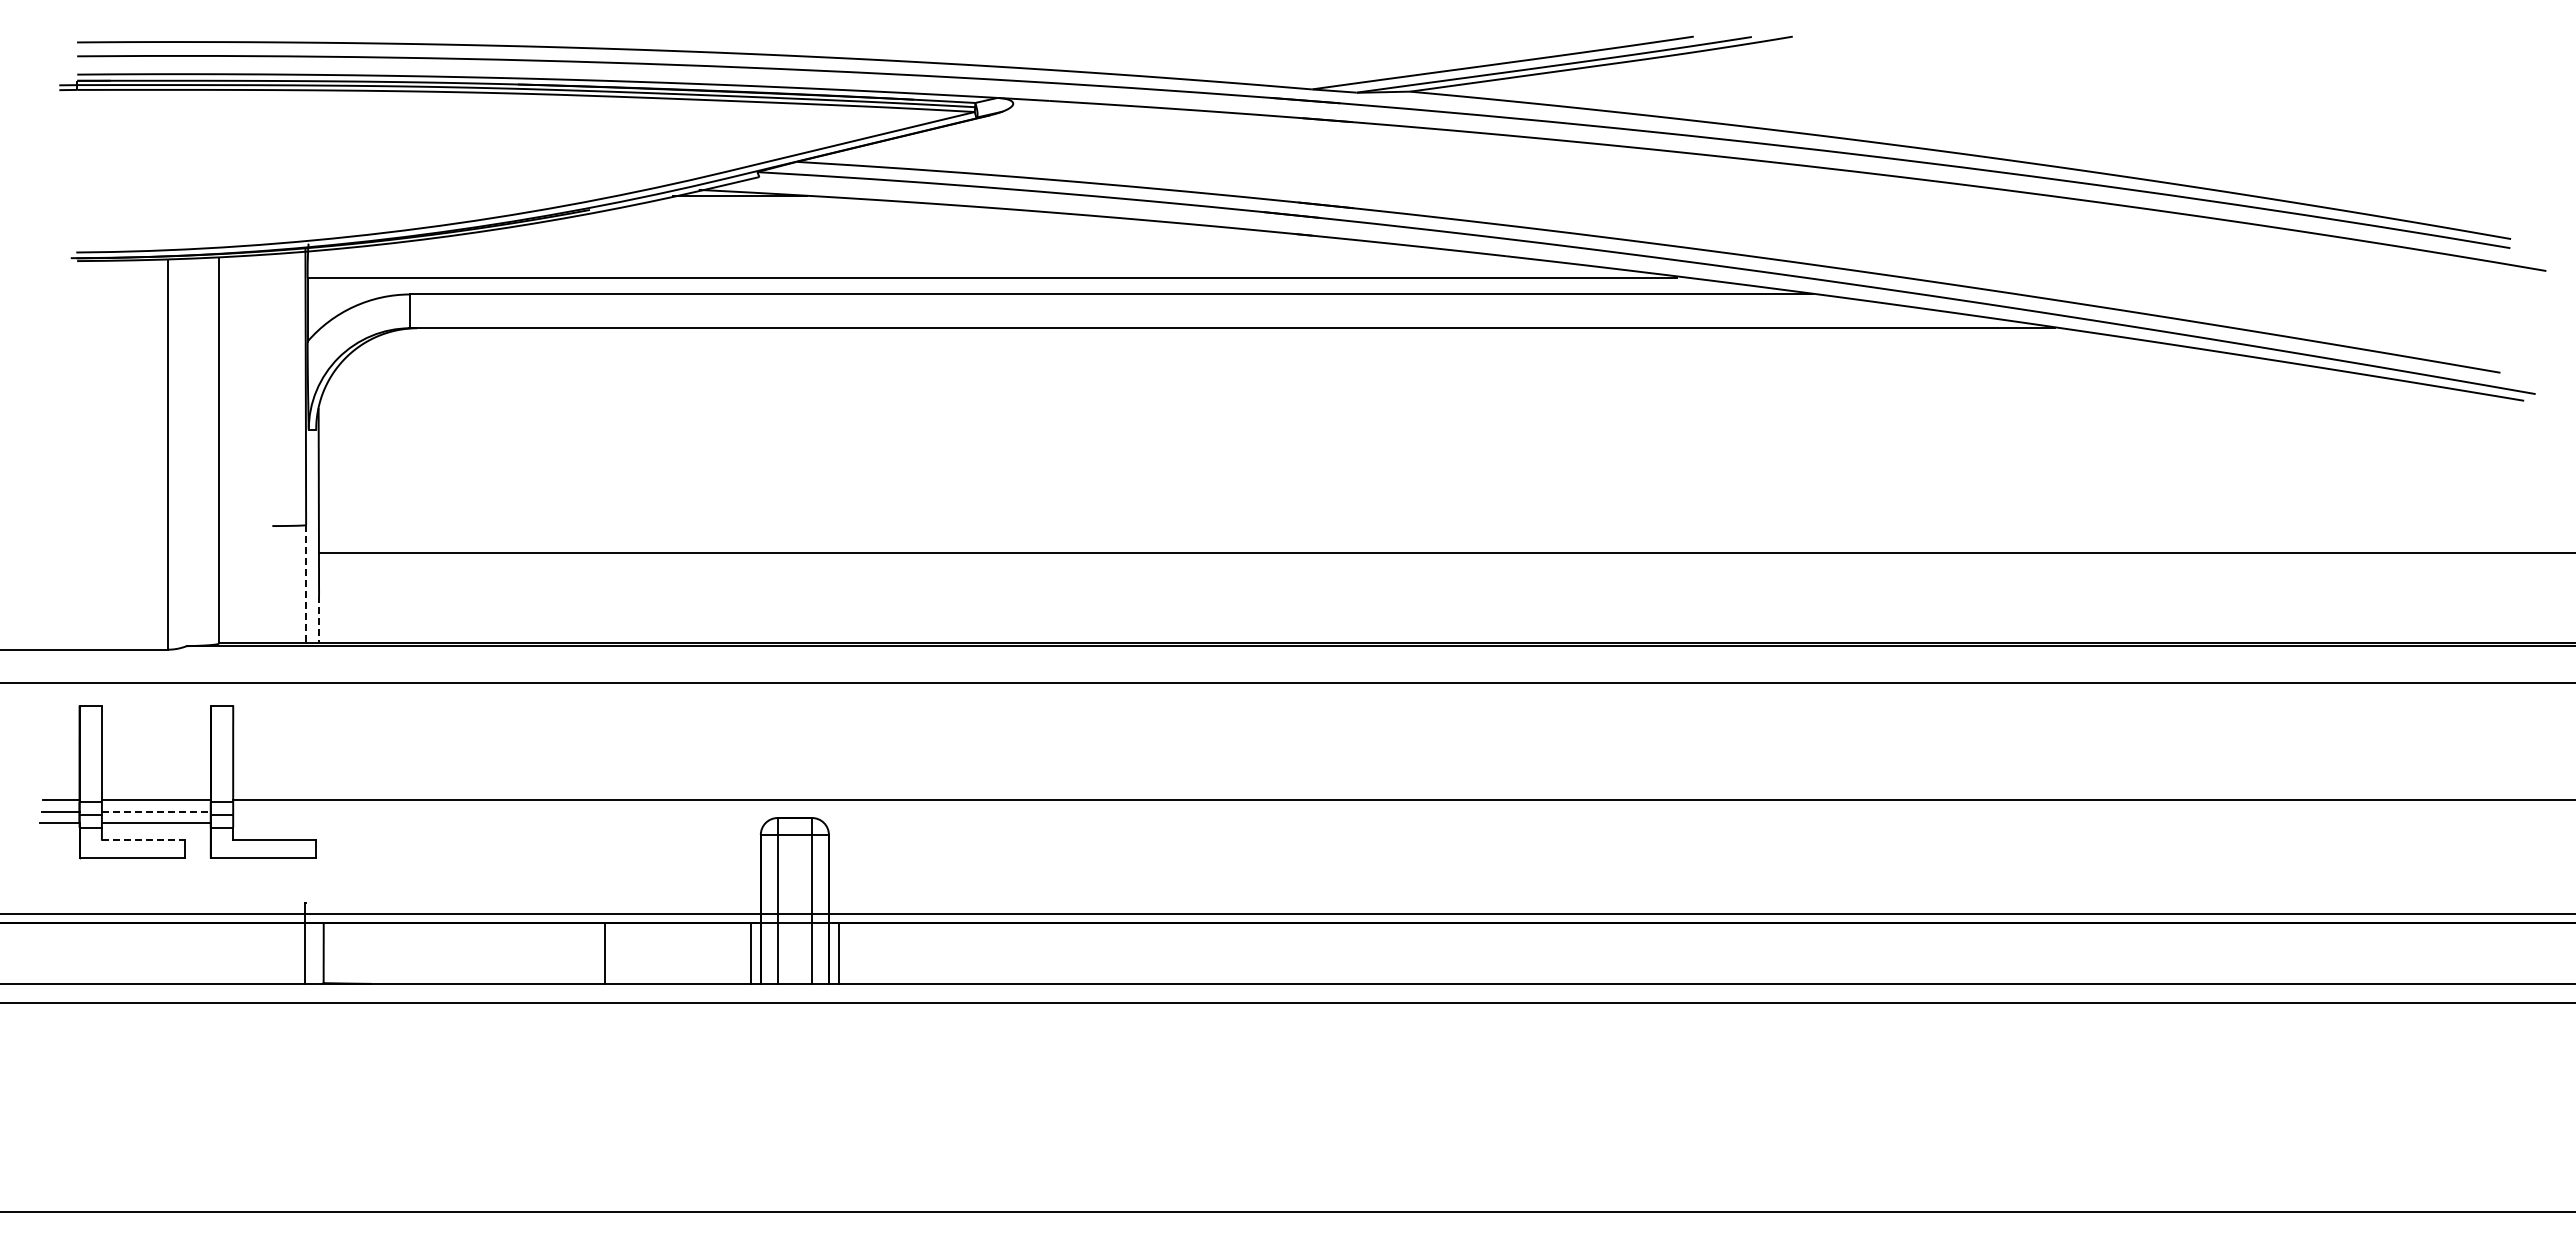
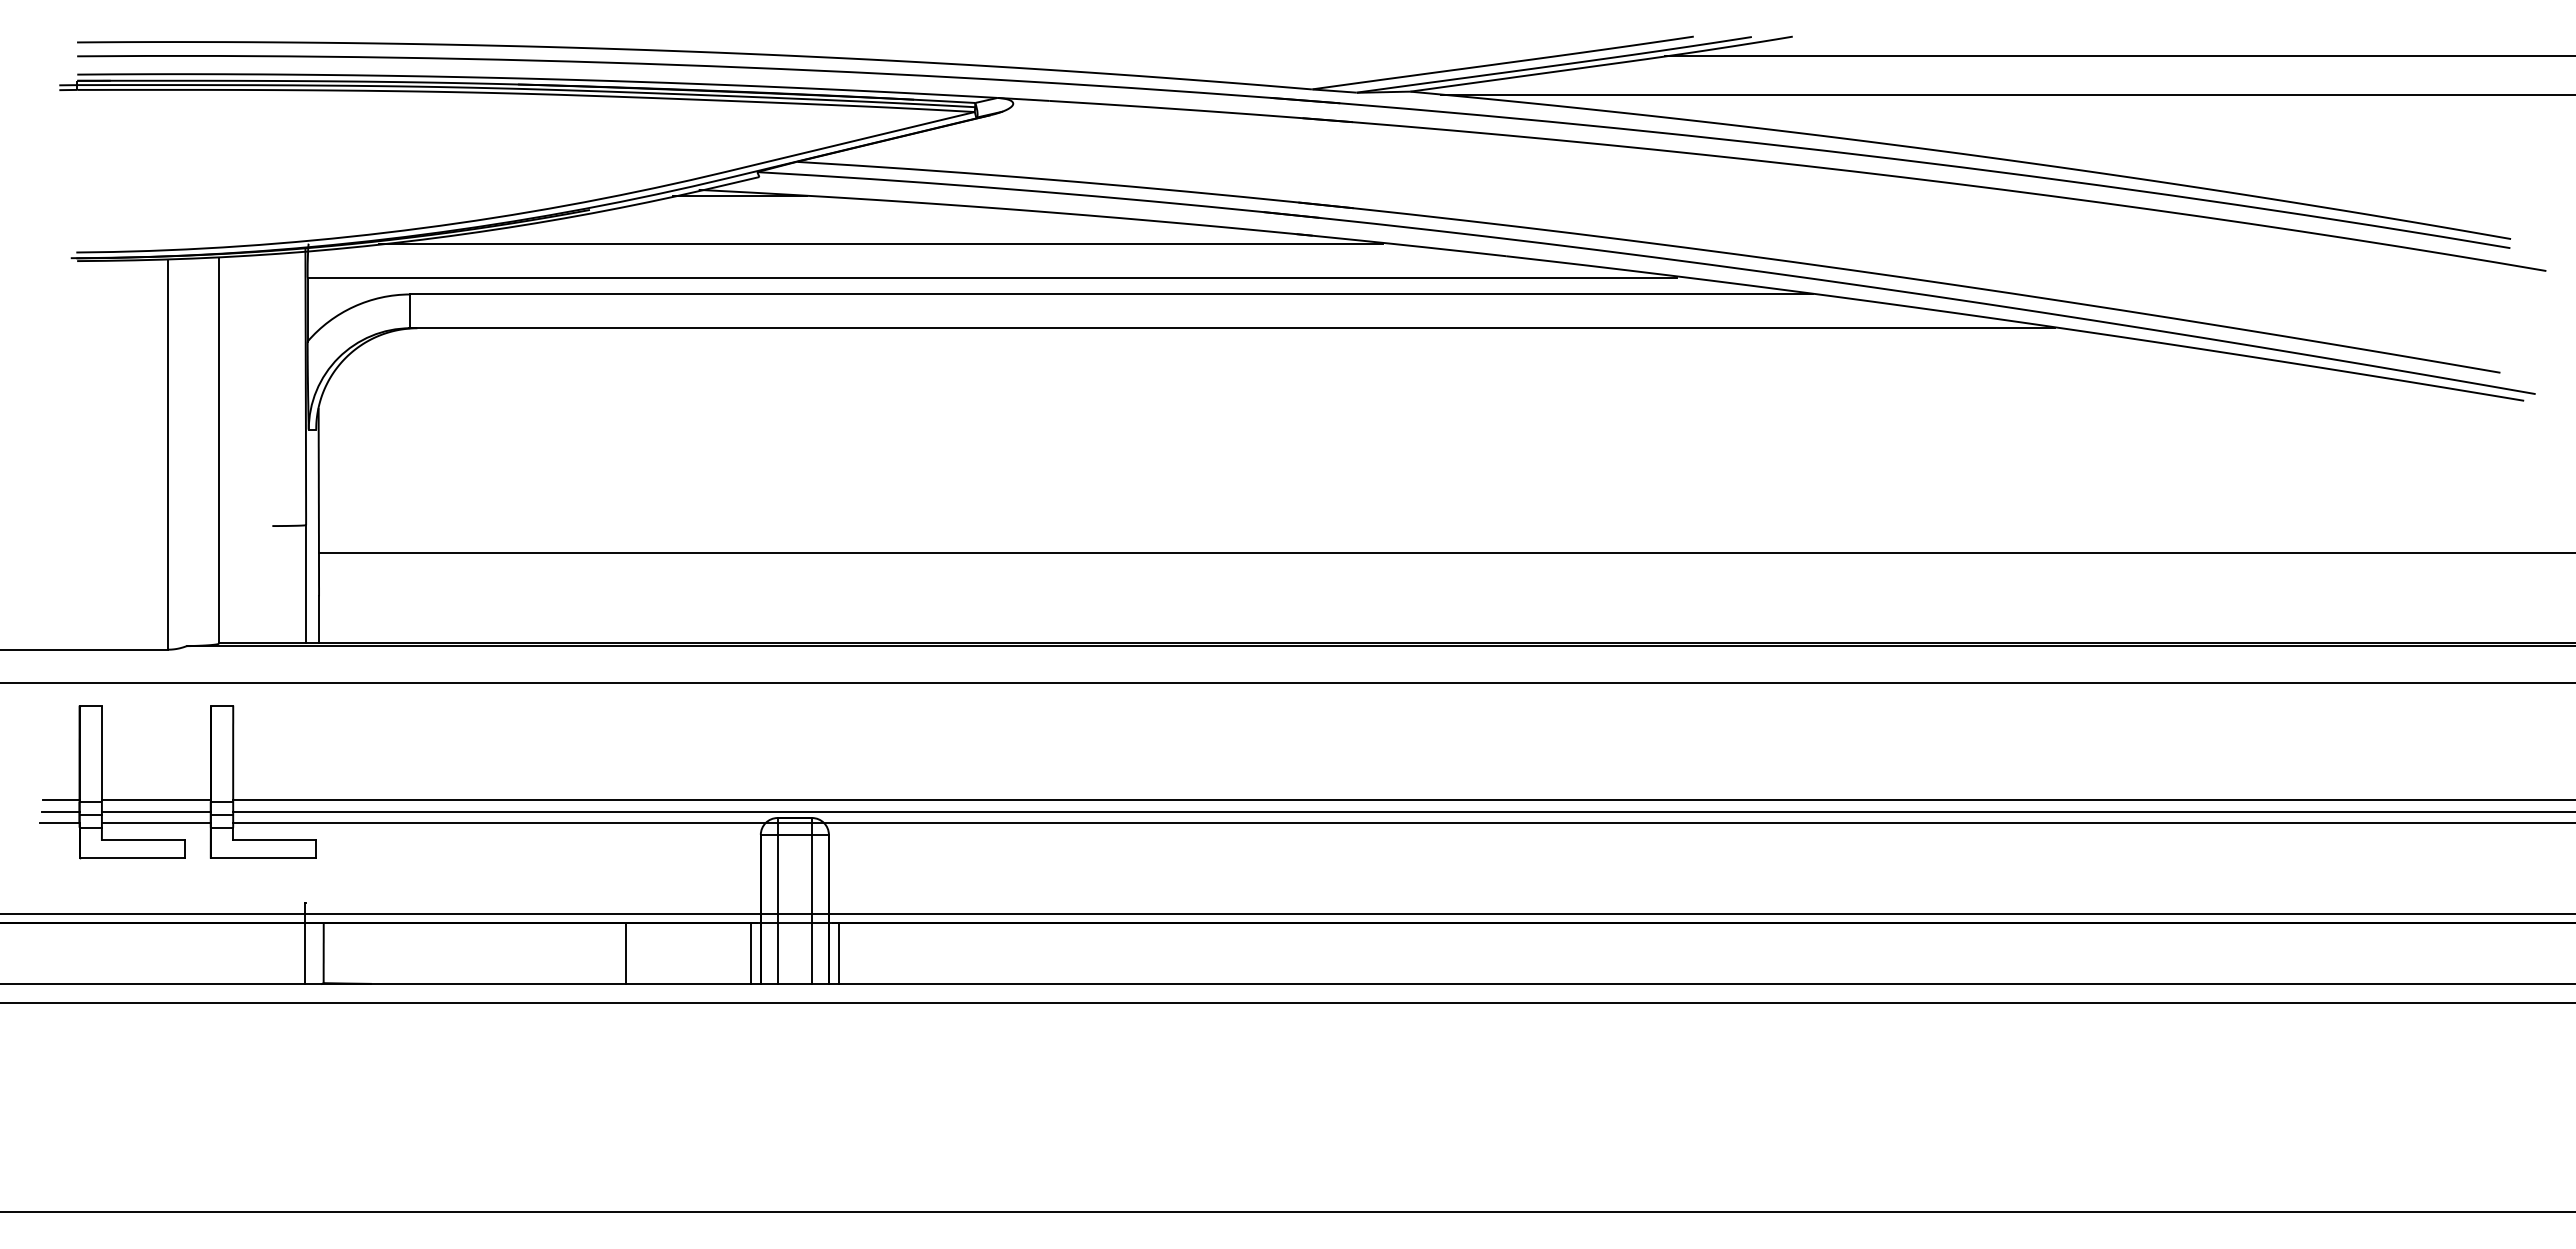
line at (2118, 56): none -> present
line at (2006, 94): none -> present
line at (880, 243): none -> present
line at (306, 584): dashed -> solid
line at (319, 619): dashed -> solid
line at (156, 812): dashed -> solid
line at (1402, 812): none -> present
line at (1402, 823): none -> present
line at (143, 839): dashed -> solid
line at (604, 953) position: (604, 953) -> (625, 953)
